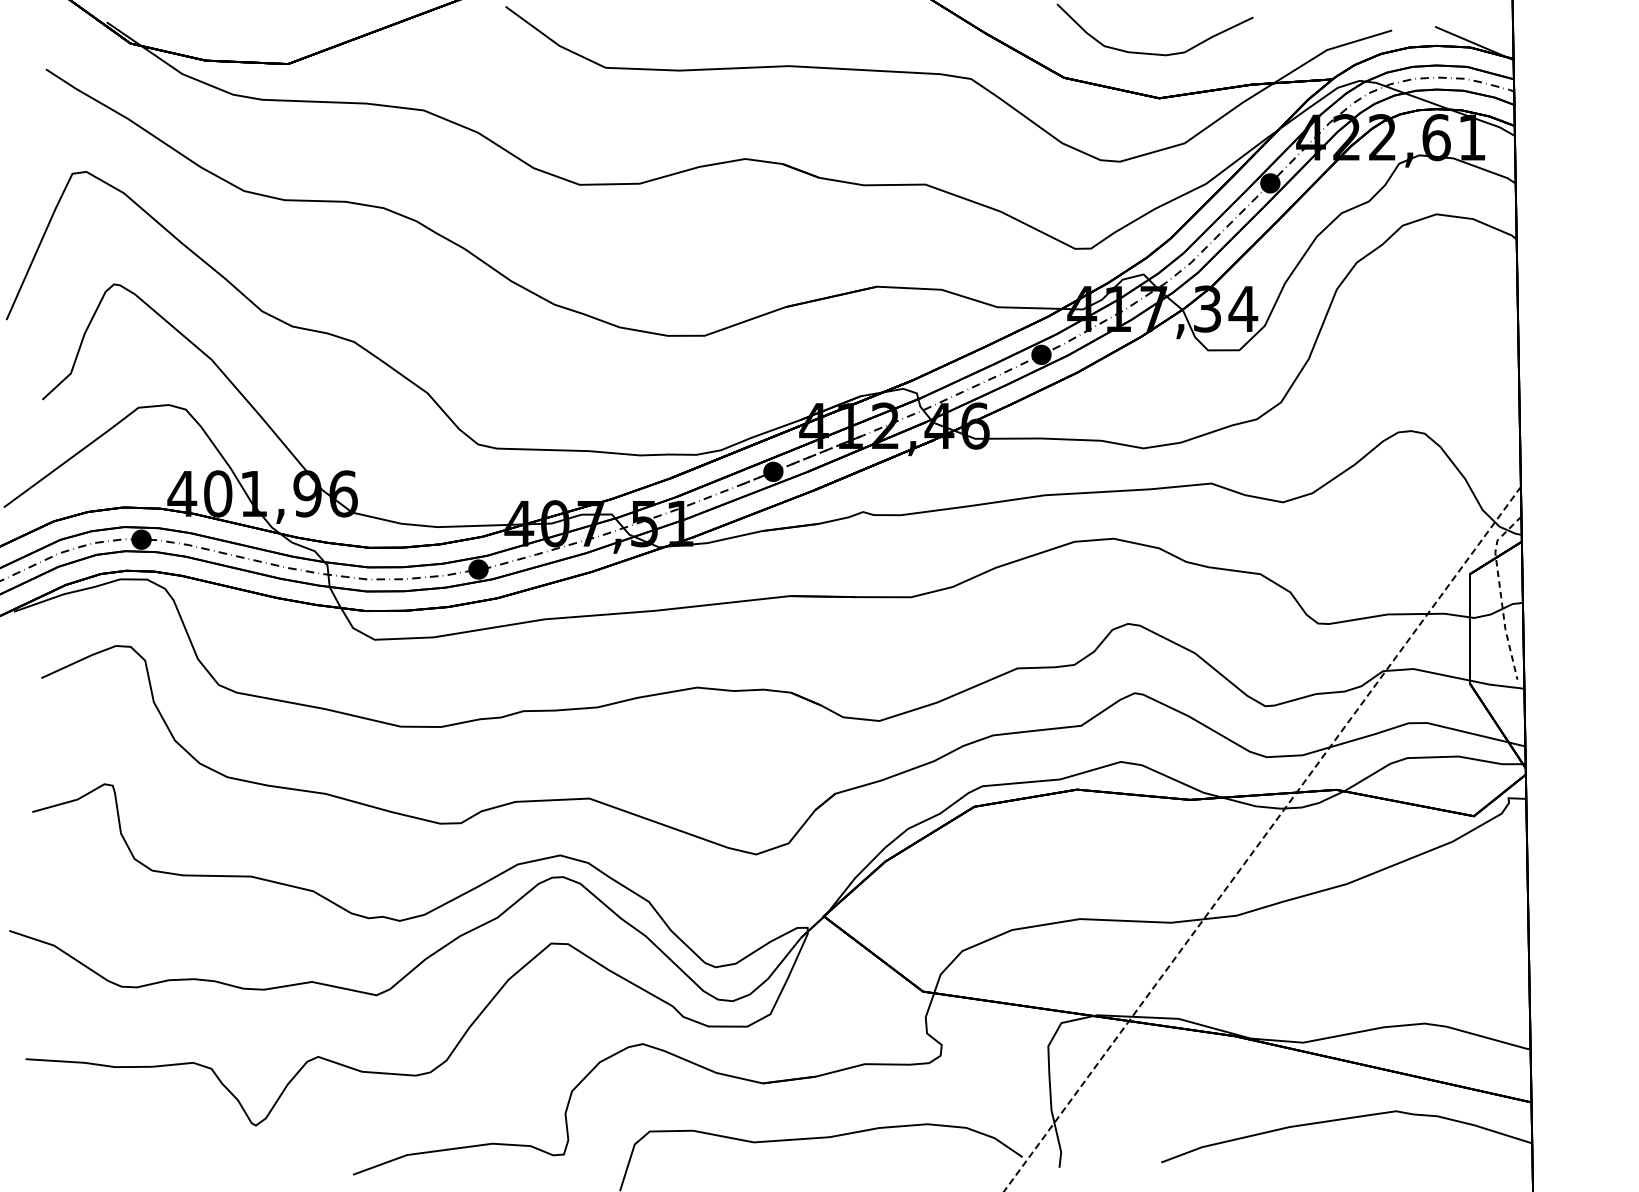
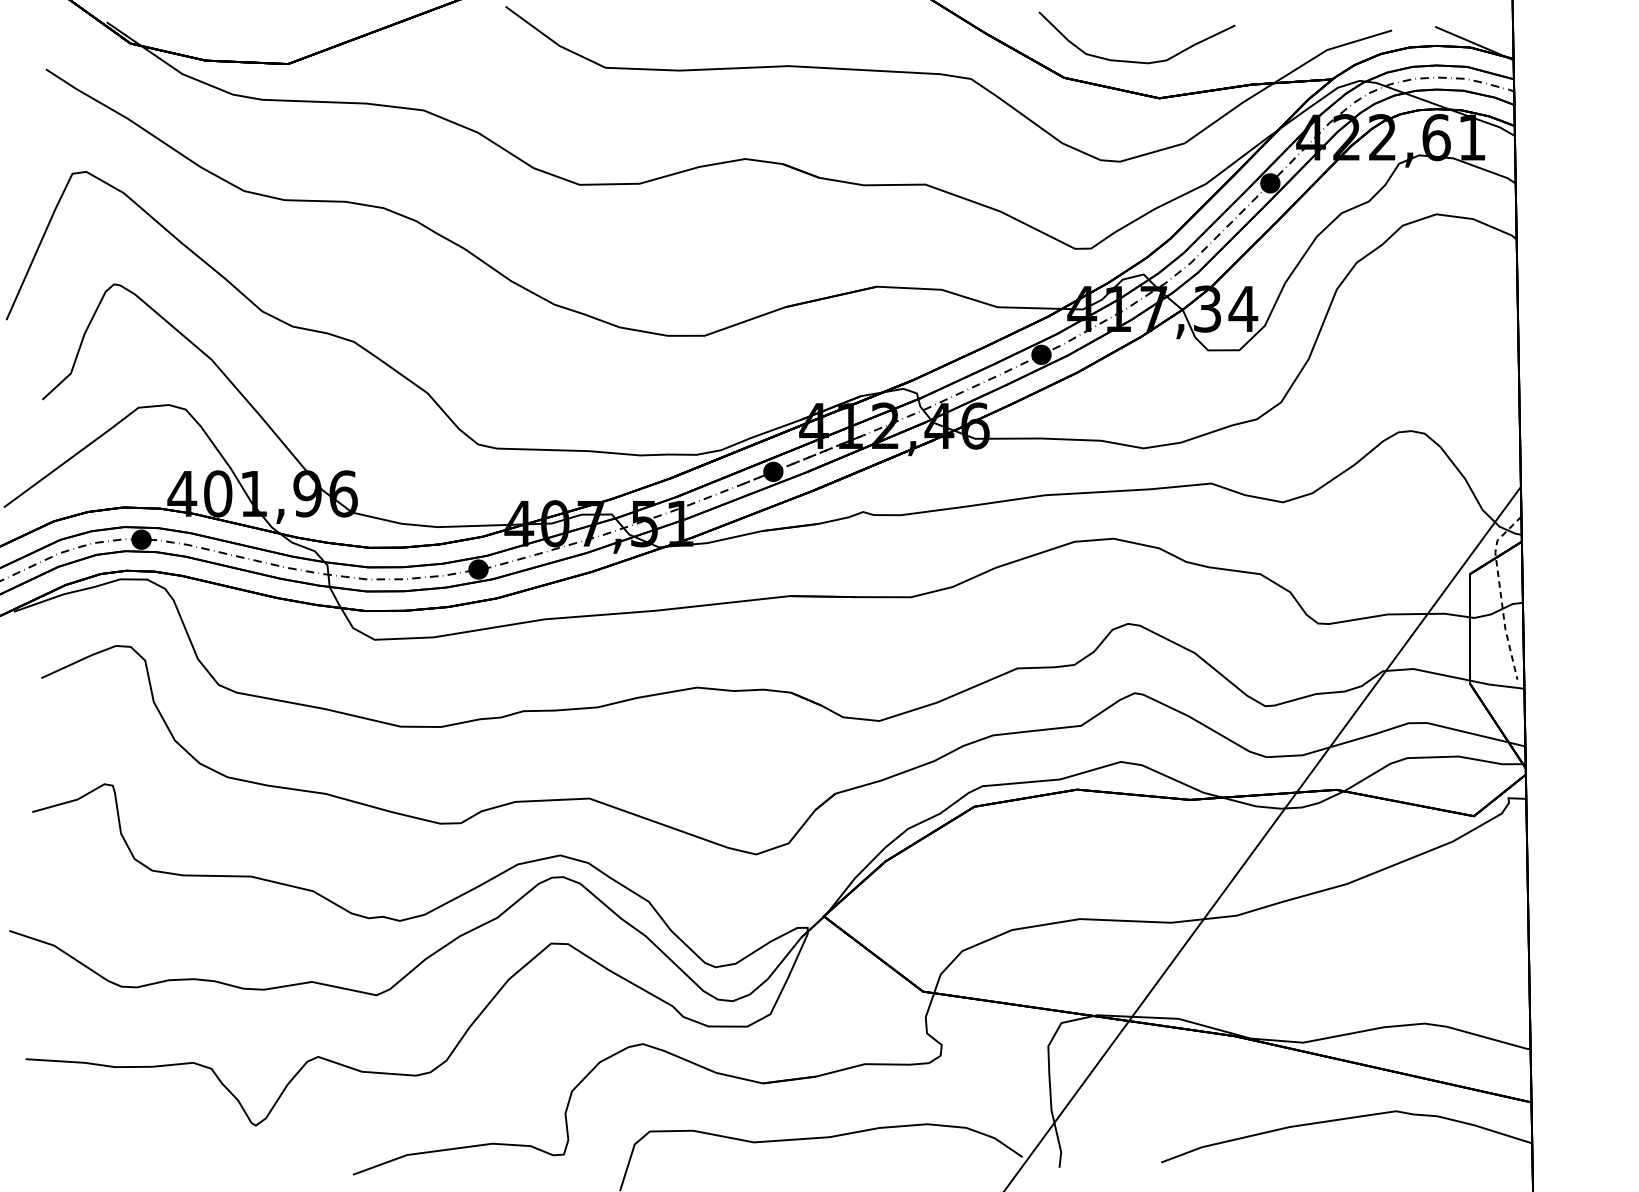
curve at (1154, 53) position: (1154, 53) -> (1136, 61)
line at (1262, 839): dashed -> solid
